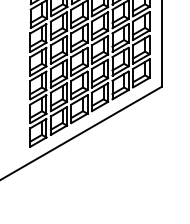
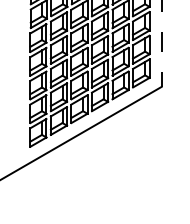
line at (161, 43): solid -> dashed
